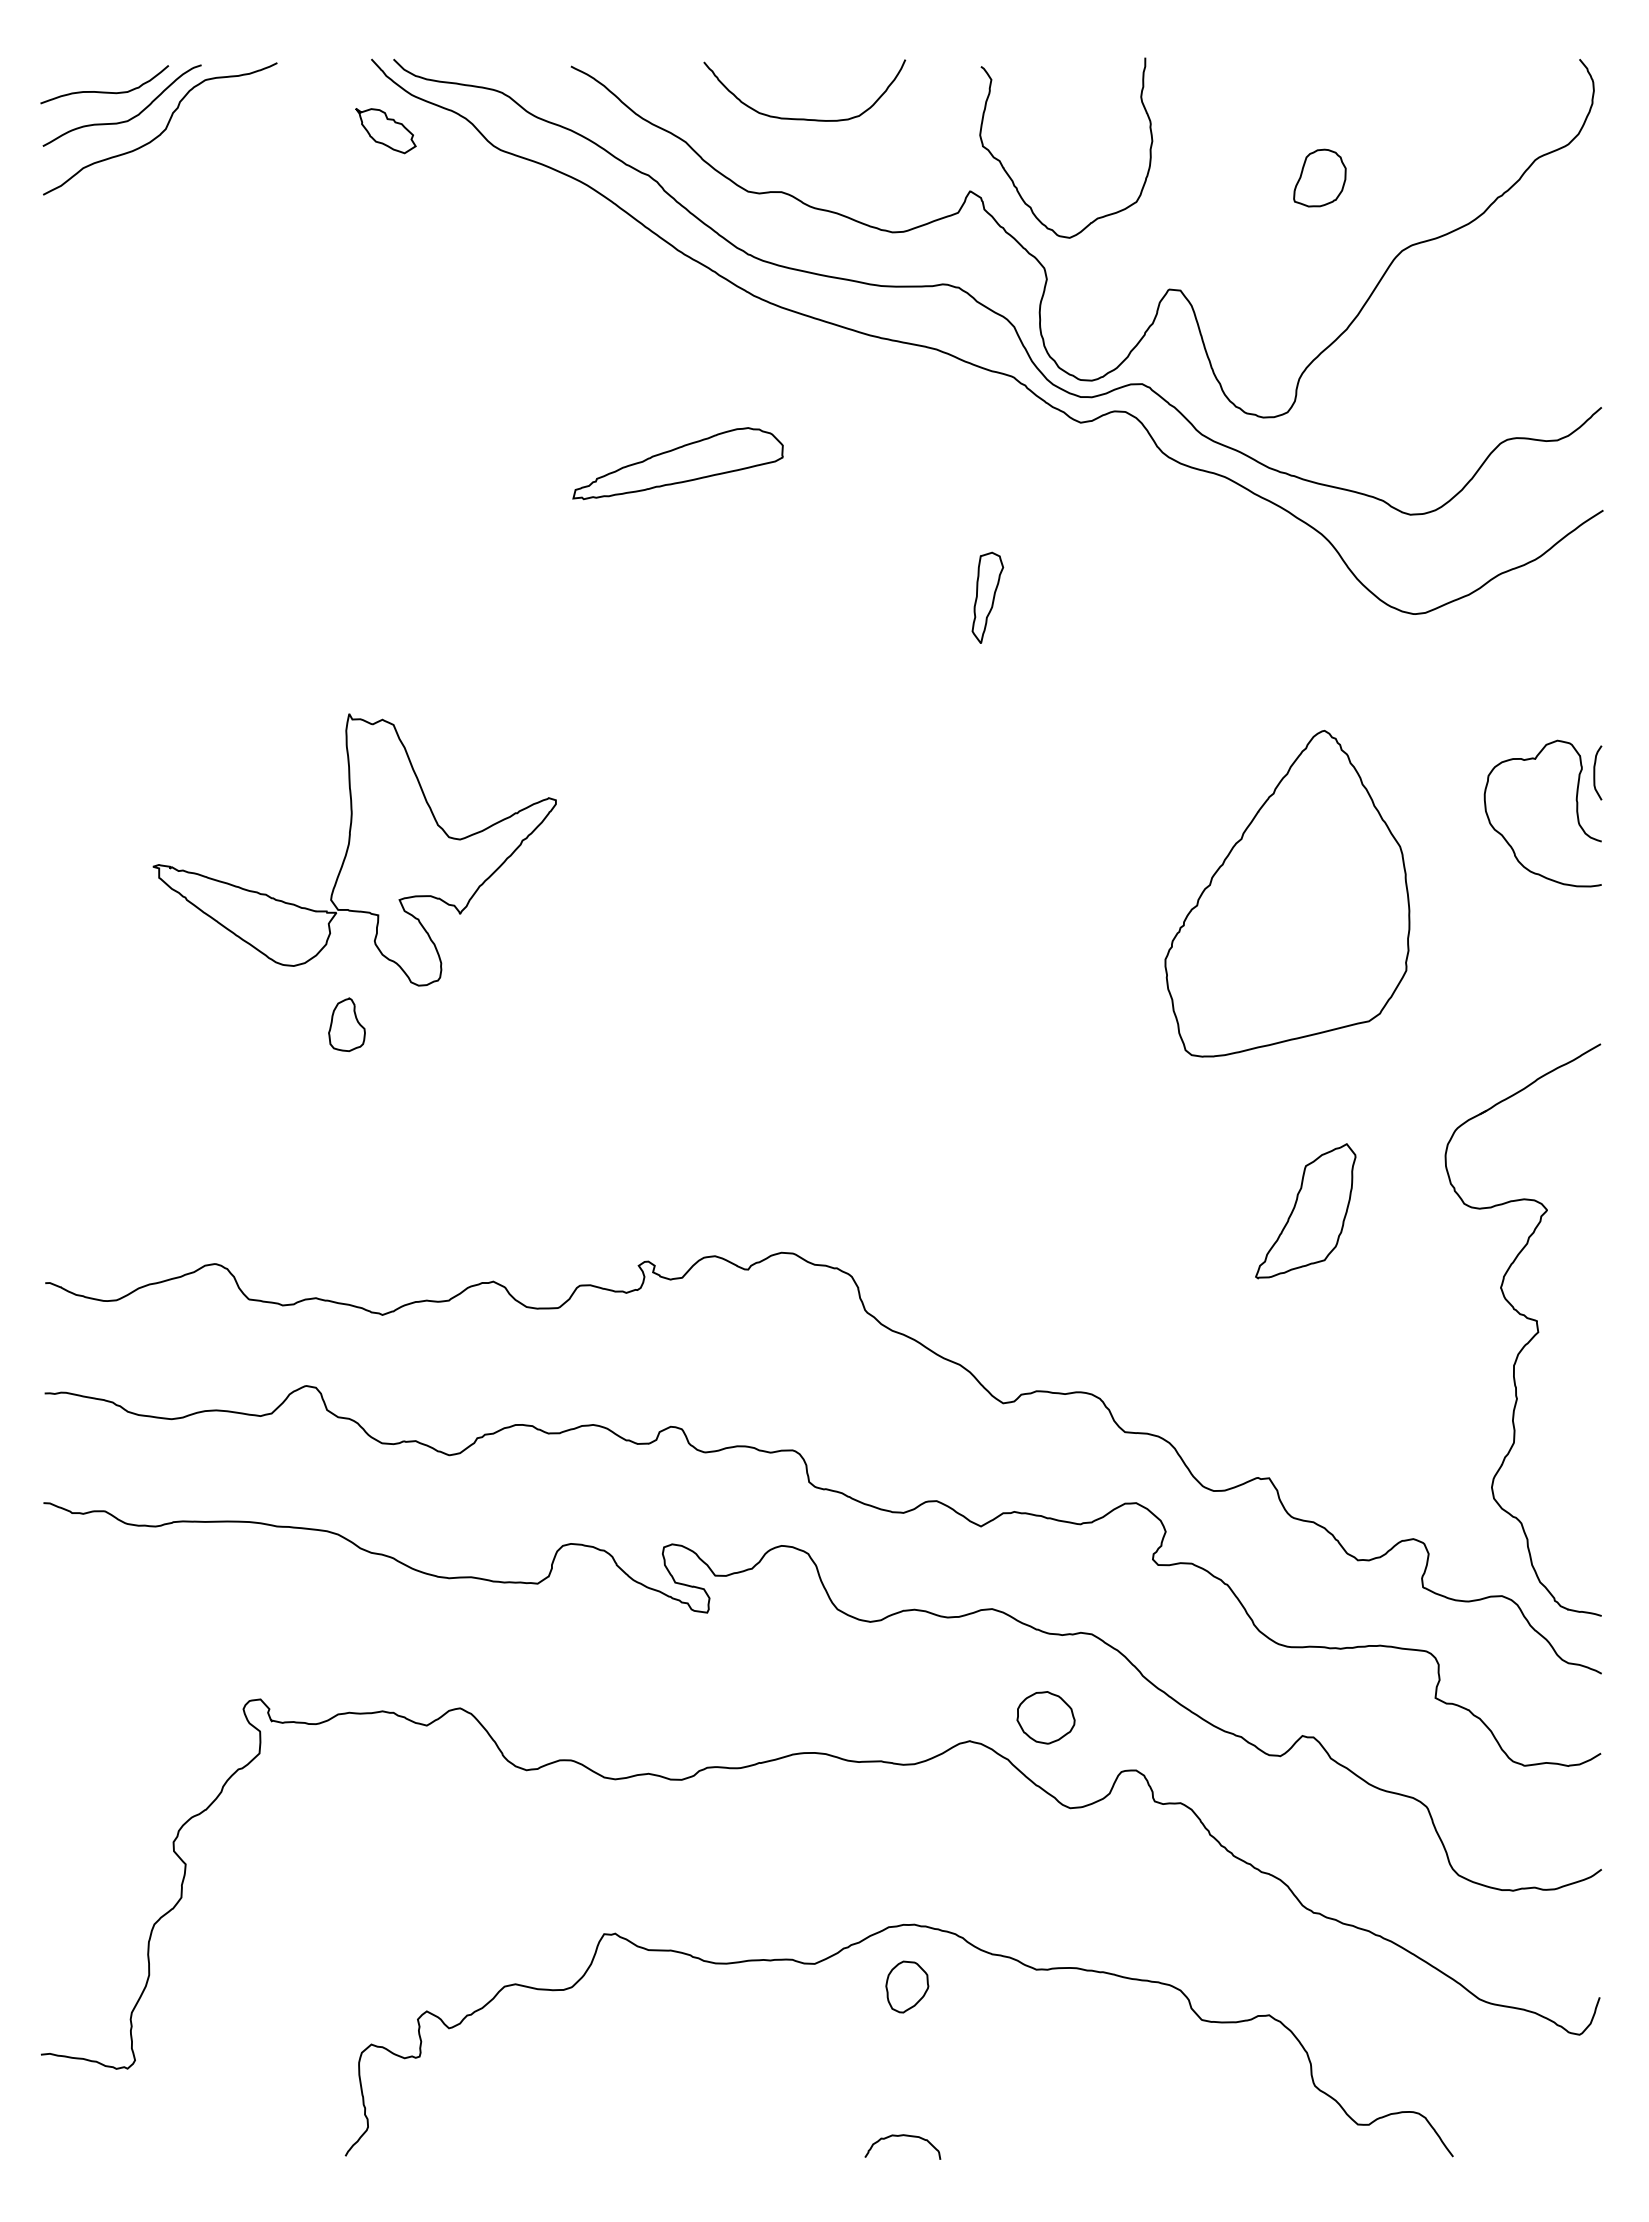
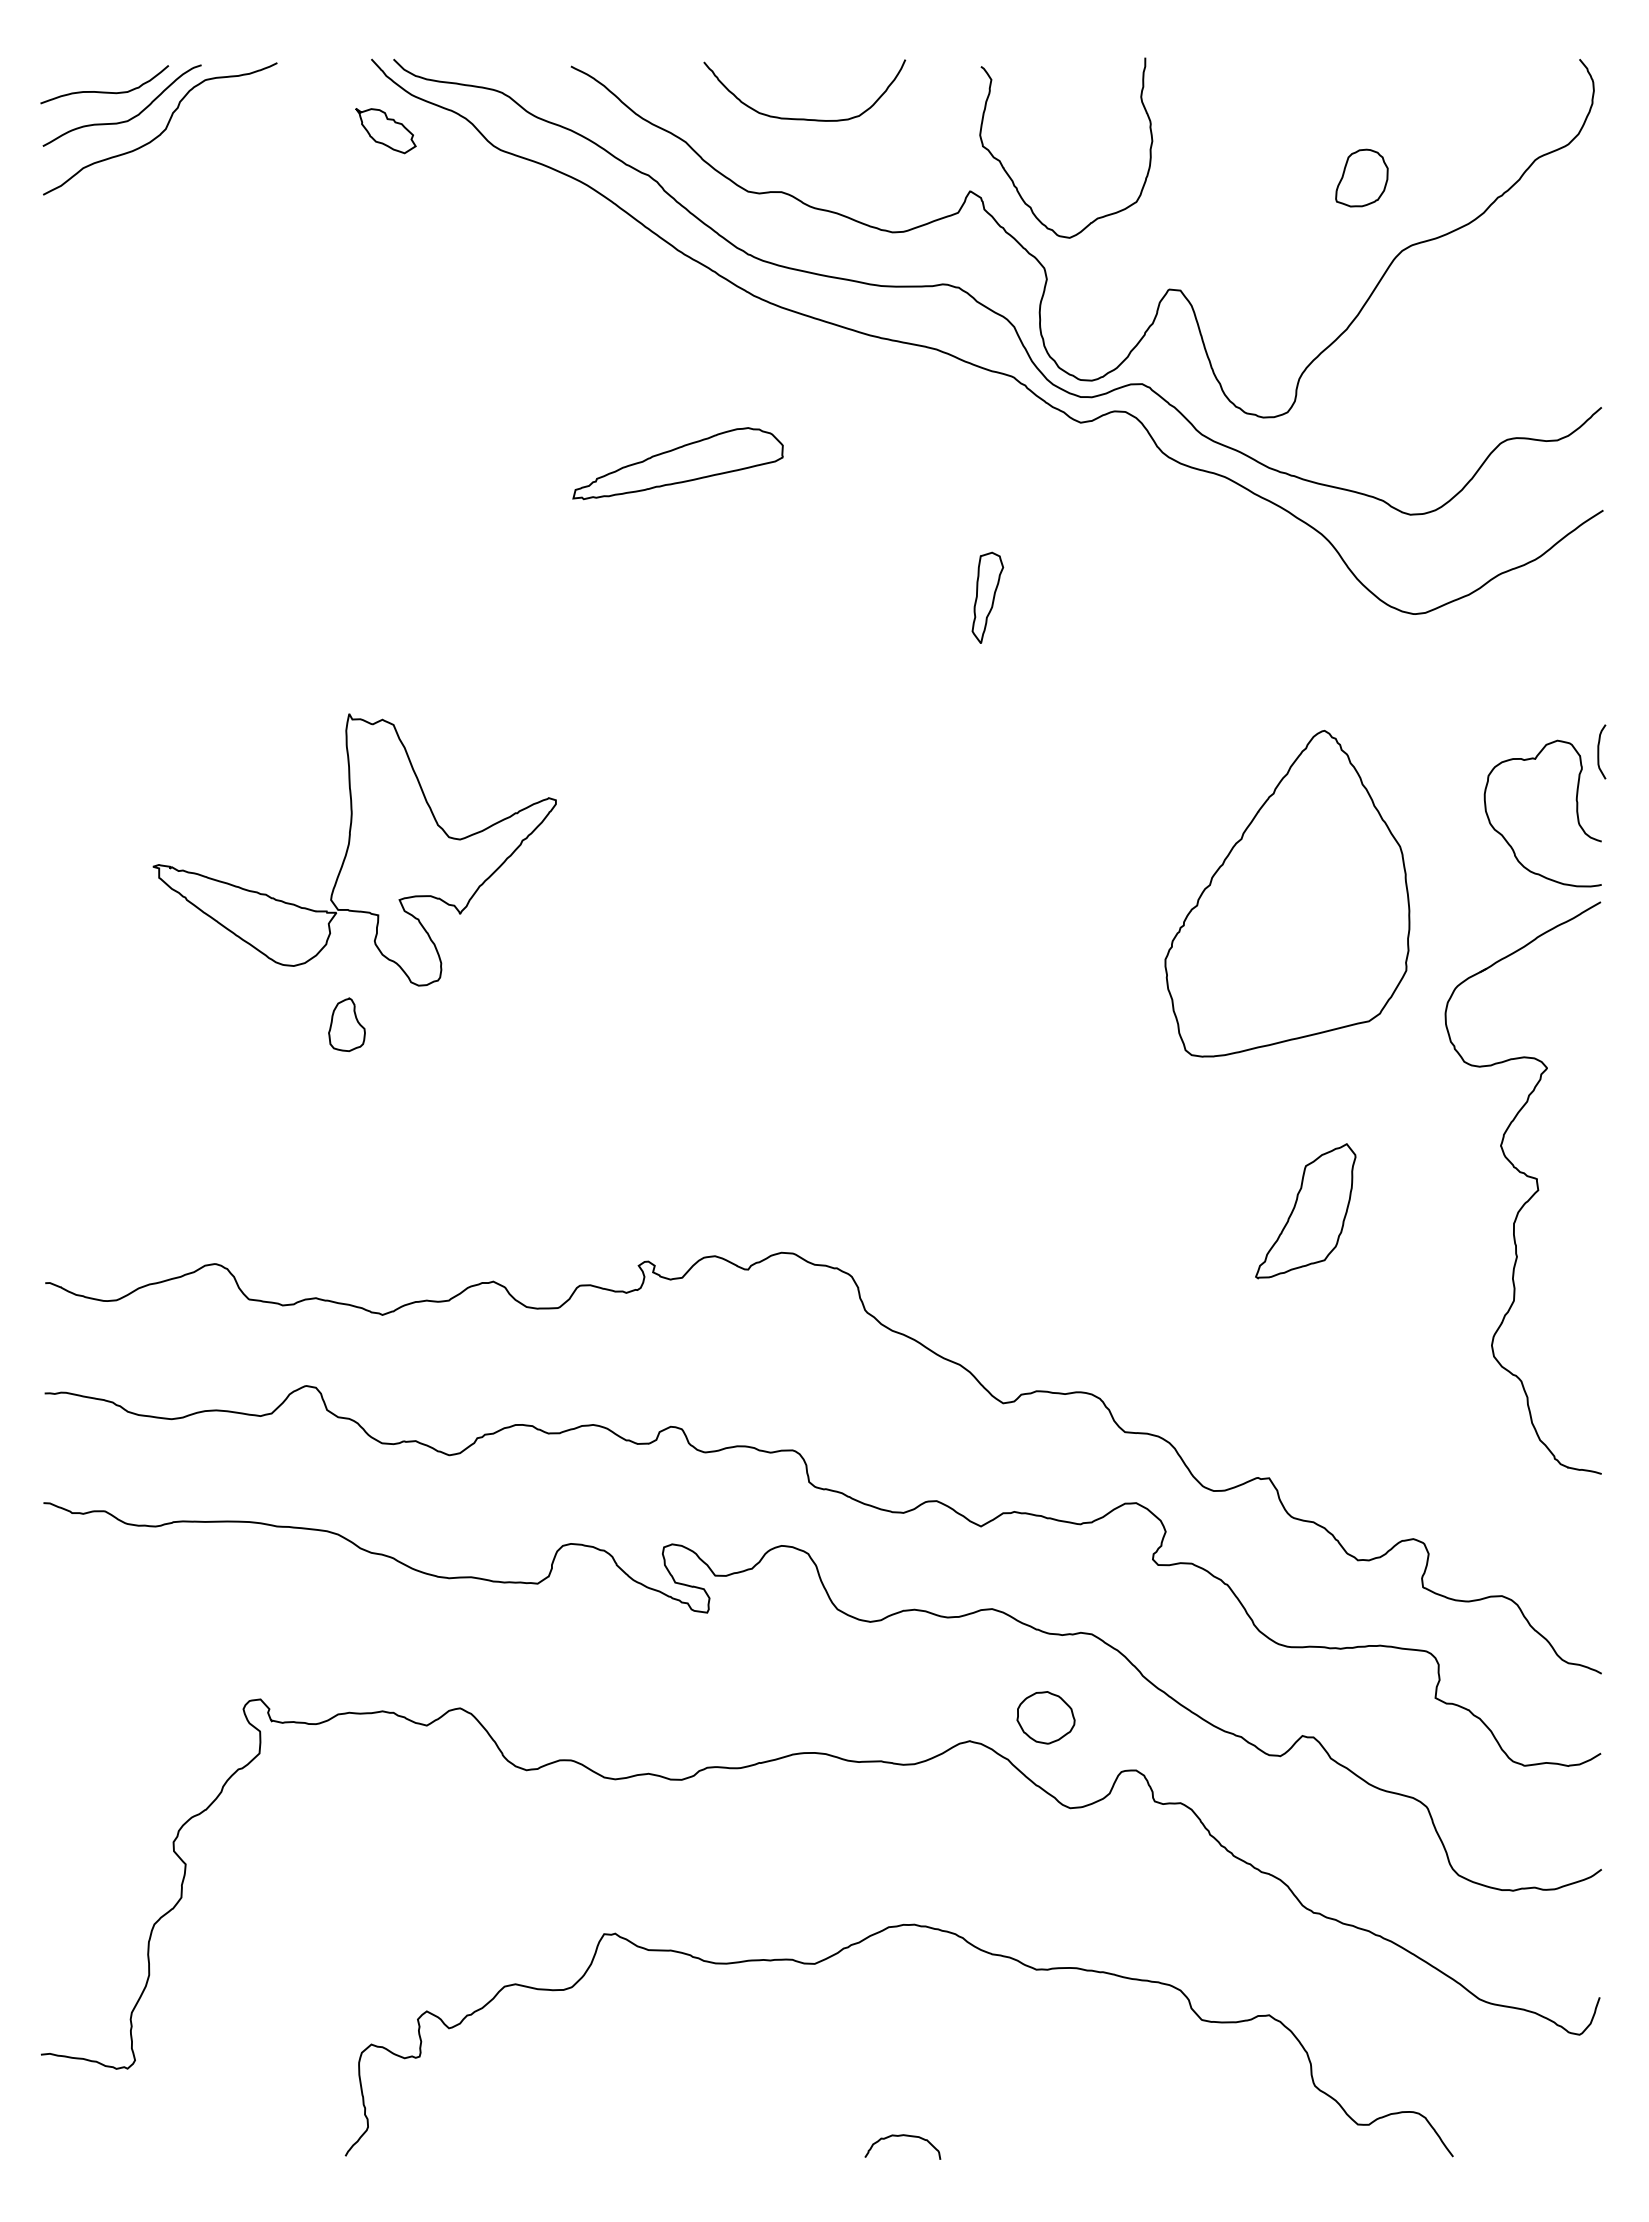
part at (1319, 177) position: (1319, 177) -> (1361, 177)
curve at (1595, 772) position: (1595, 772) -> (1599, 751)
part at (1527, 1319) position: (1527, 1319) -> (1527, 1177)
part at (907, 1986): present -> none
